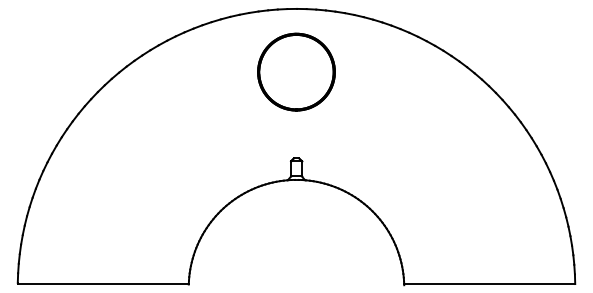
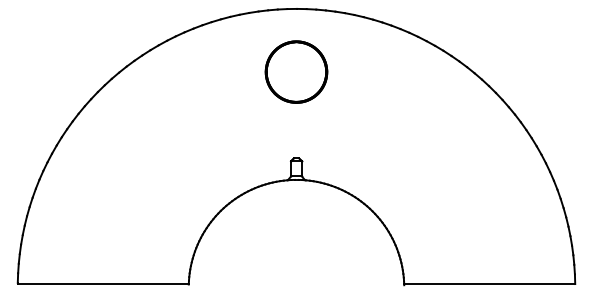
part at (296, 71) size: 79x80 px -> 65x64 px
